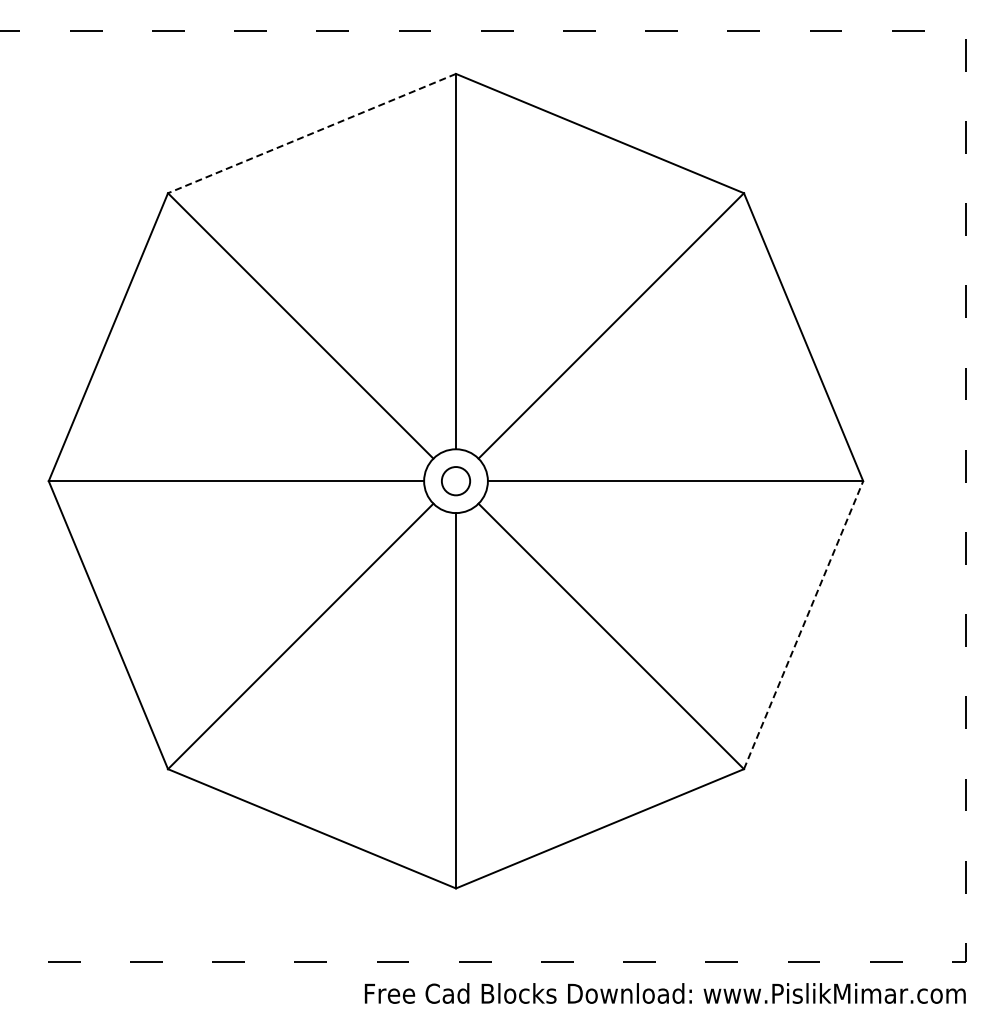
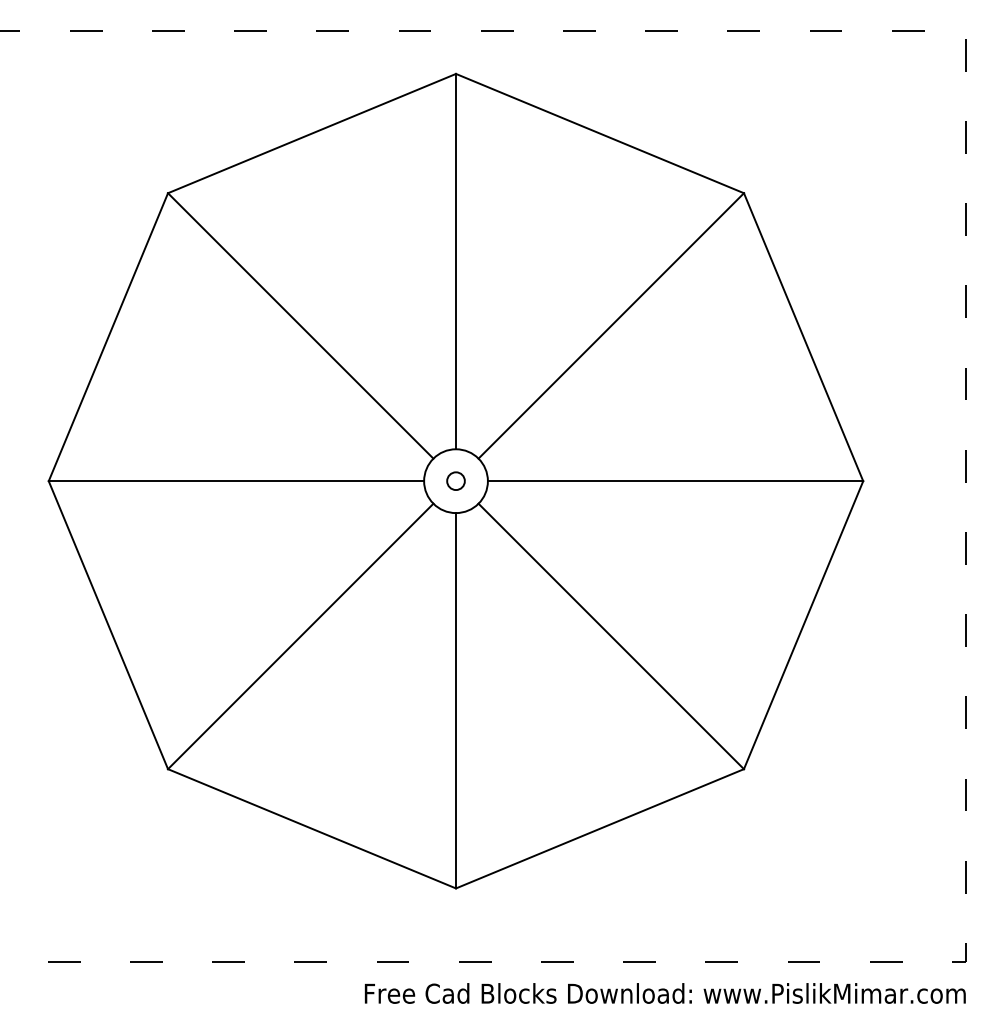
line at (312, 133): dashed -> solid
circle at (455, 481) diameter: 28 px -> 18 px
line at (803, 625): dashed -> solid
